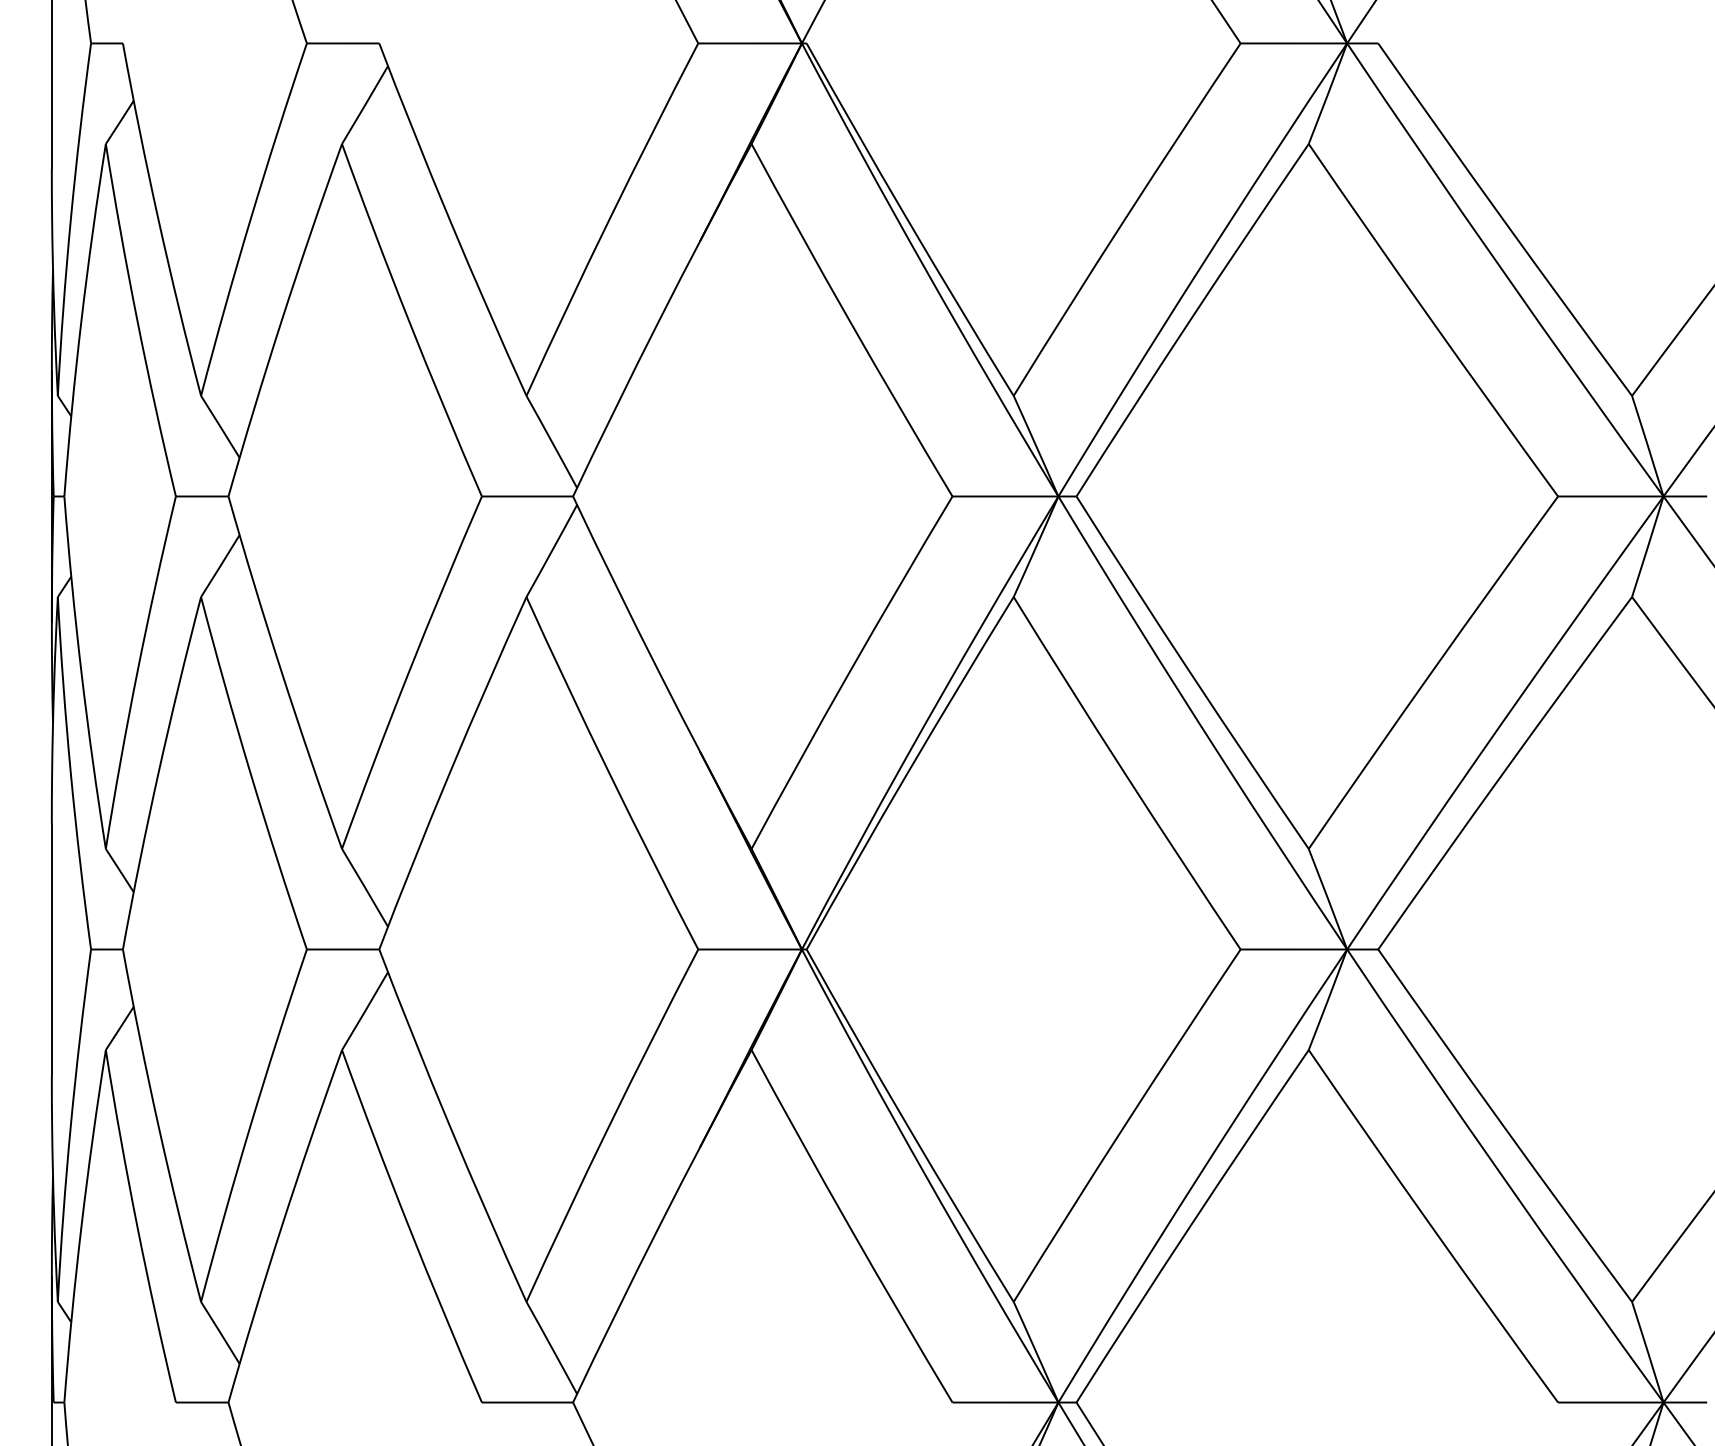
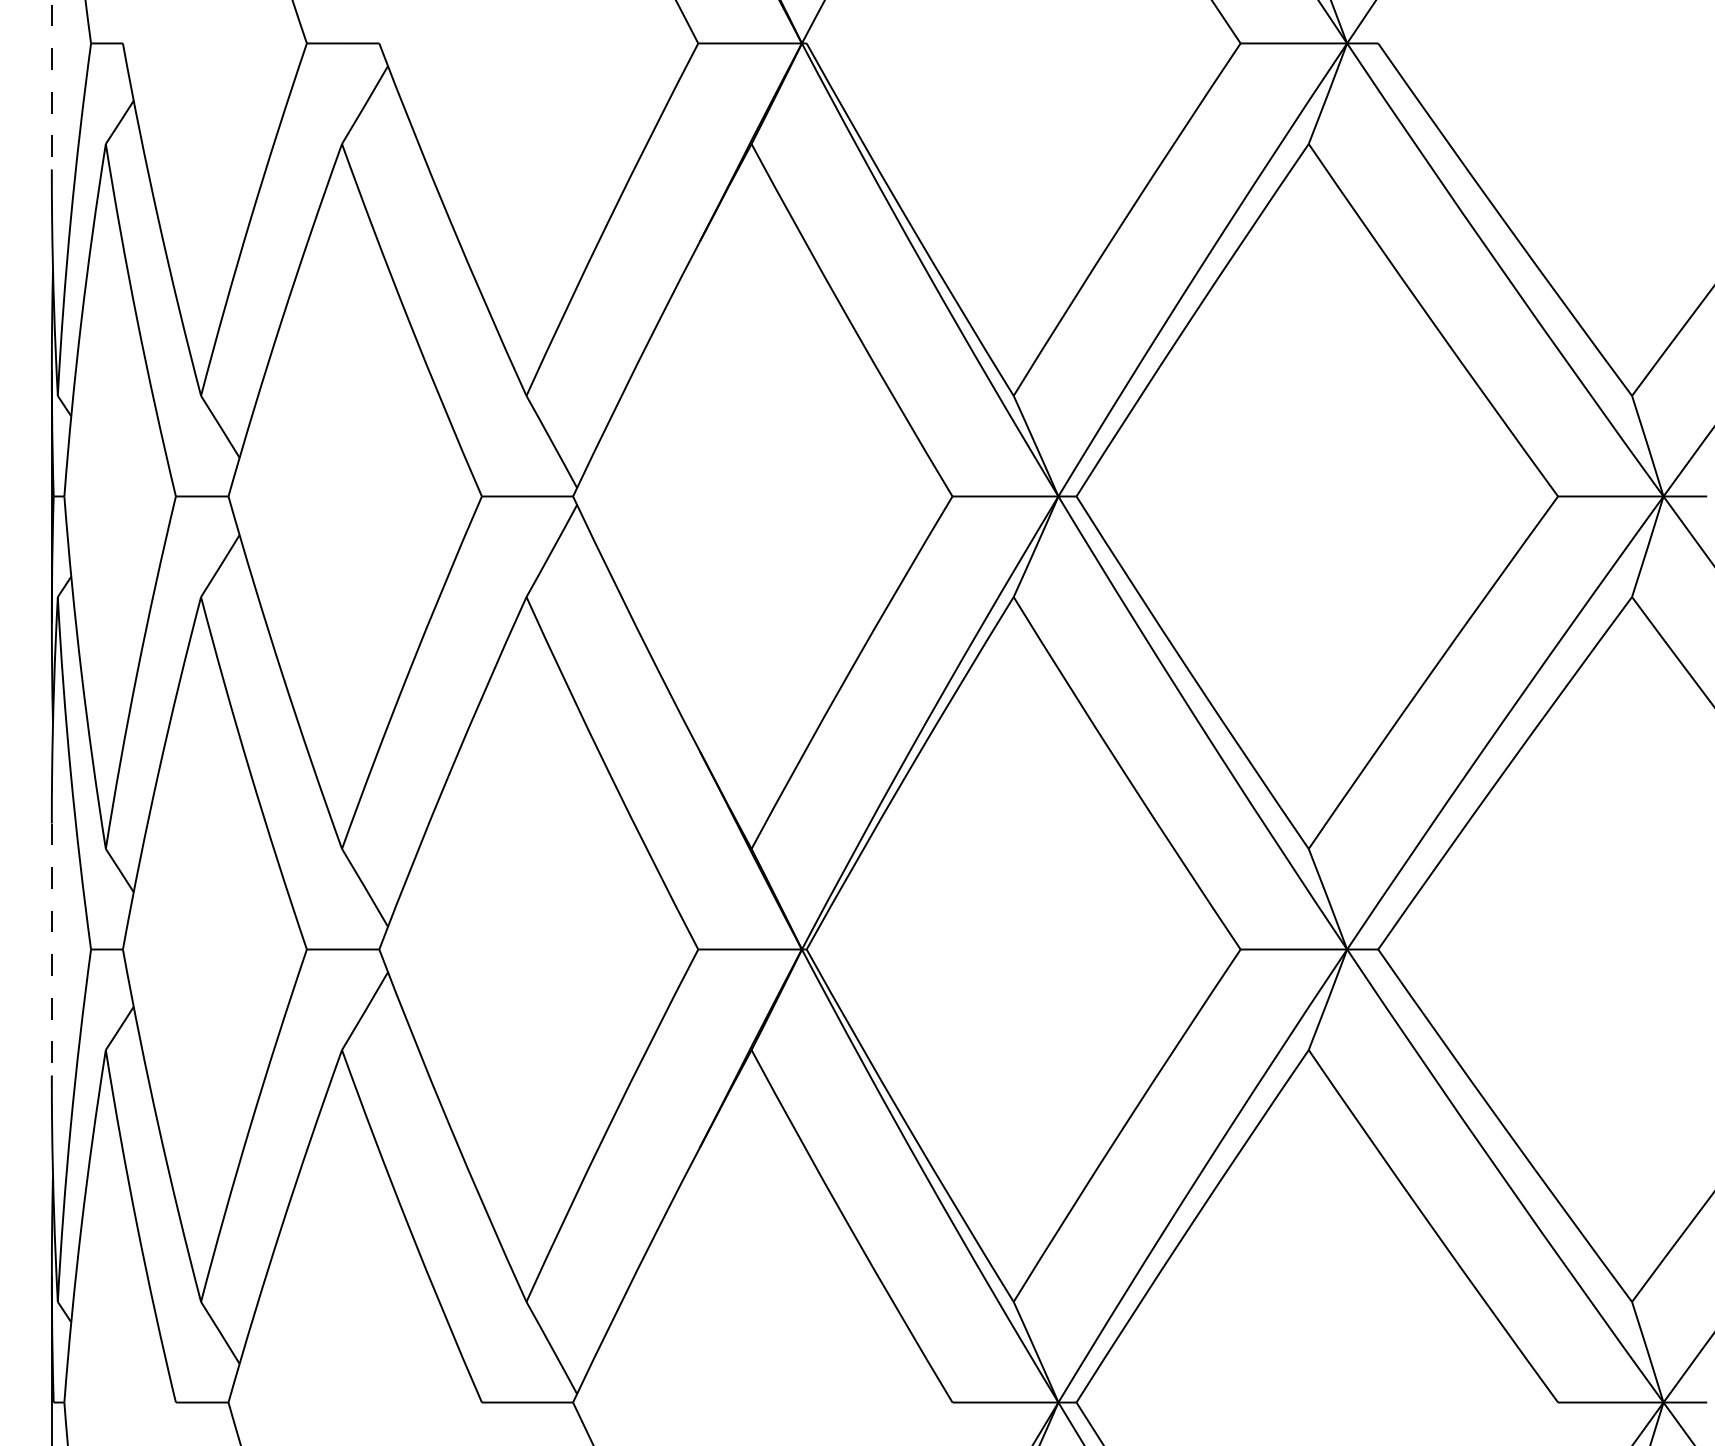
line at (51, 85): solid -> dashed
line at (51, 949): solid -> dashed
